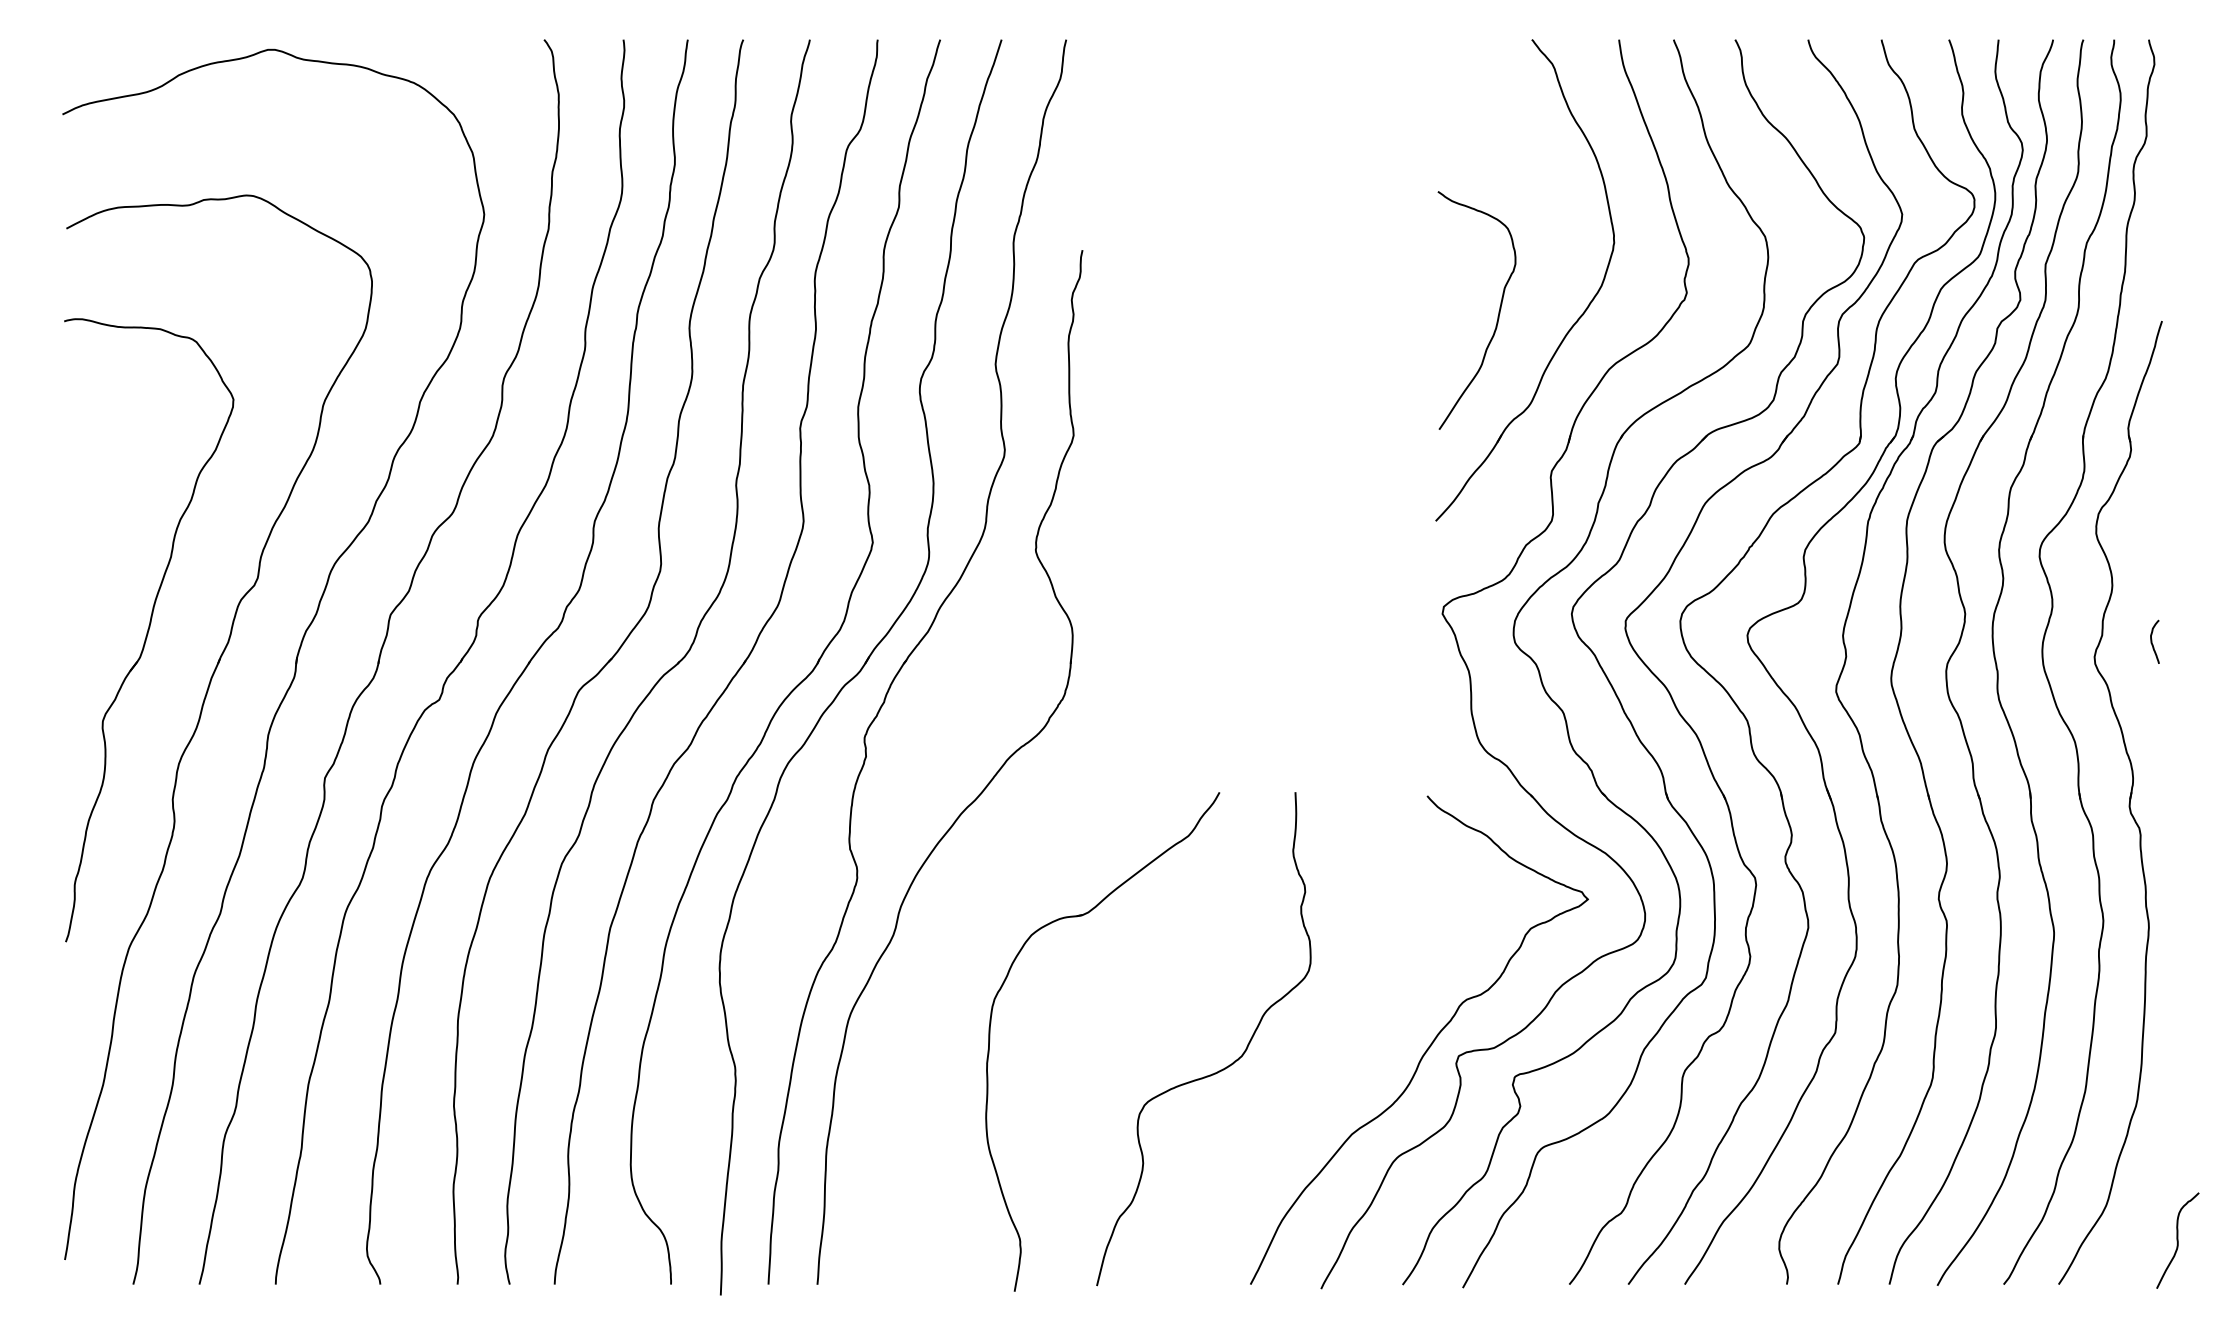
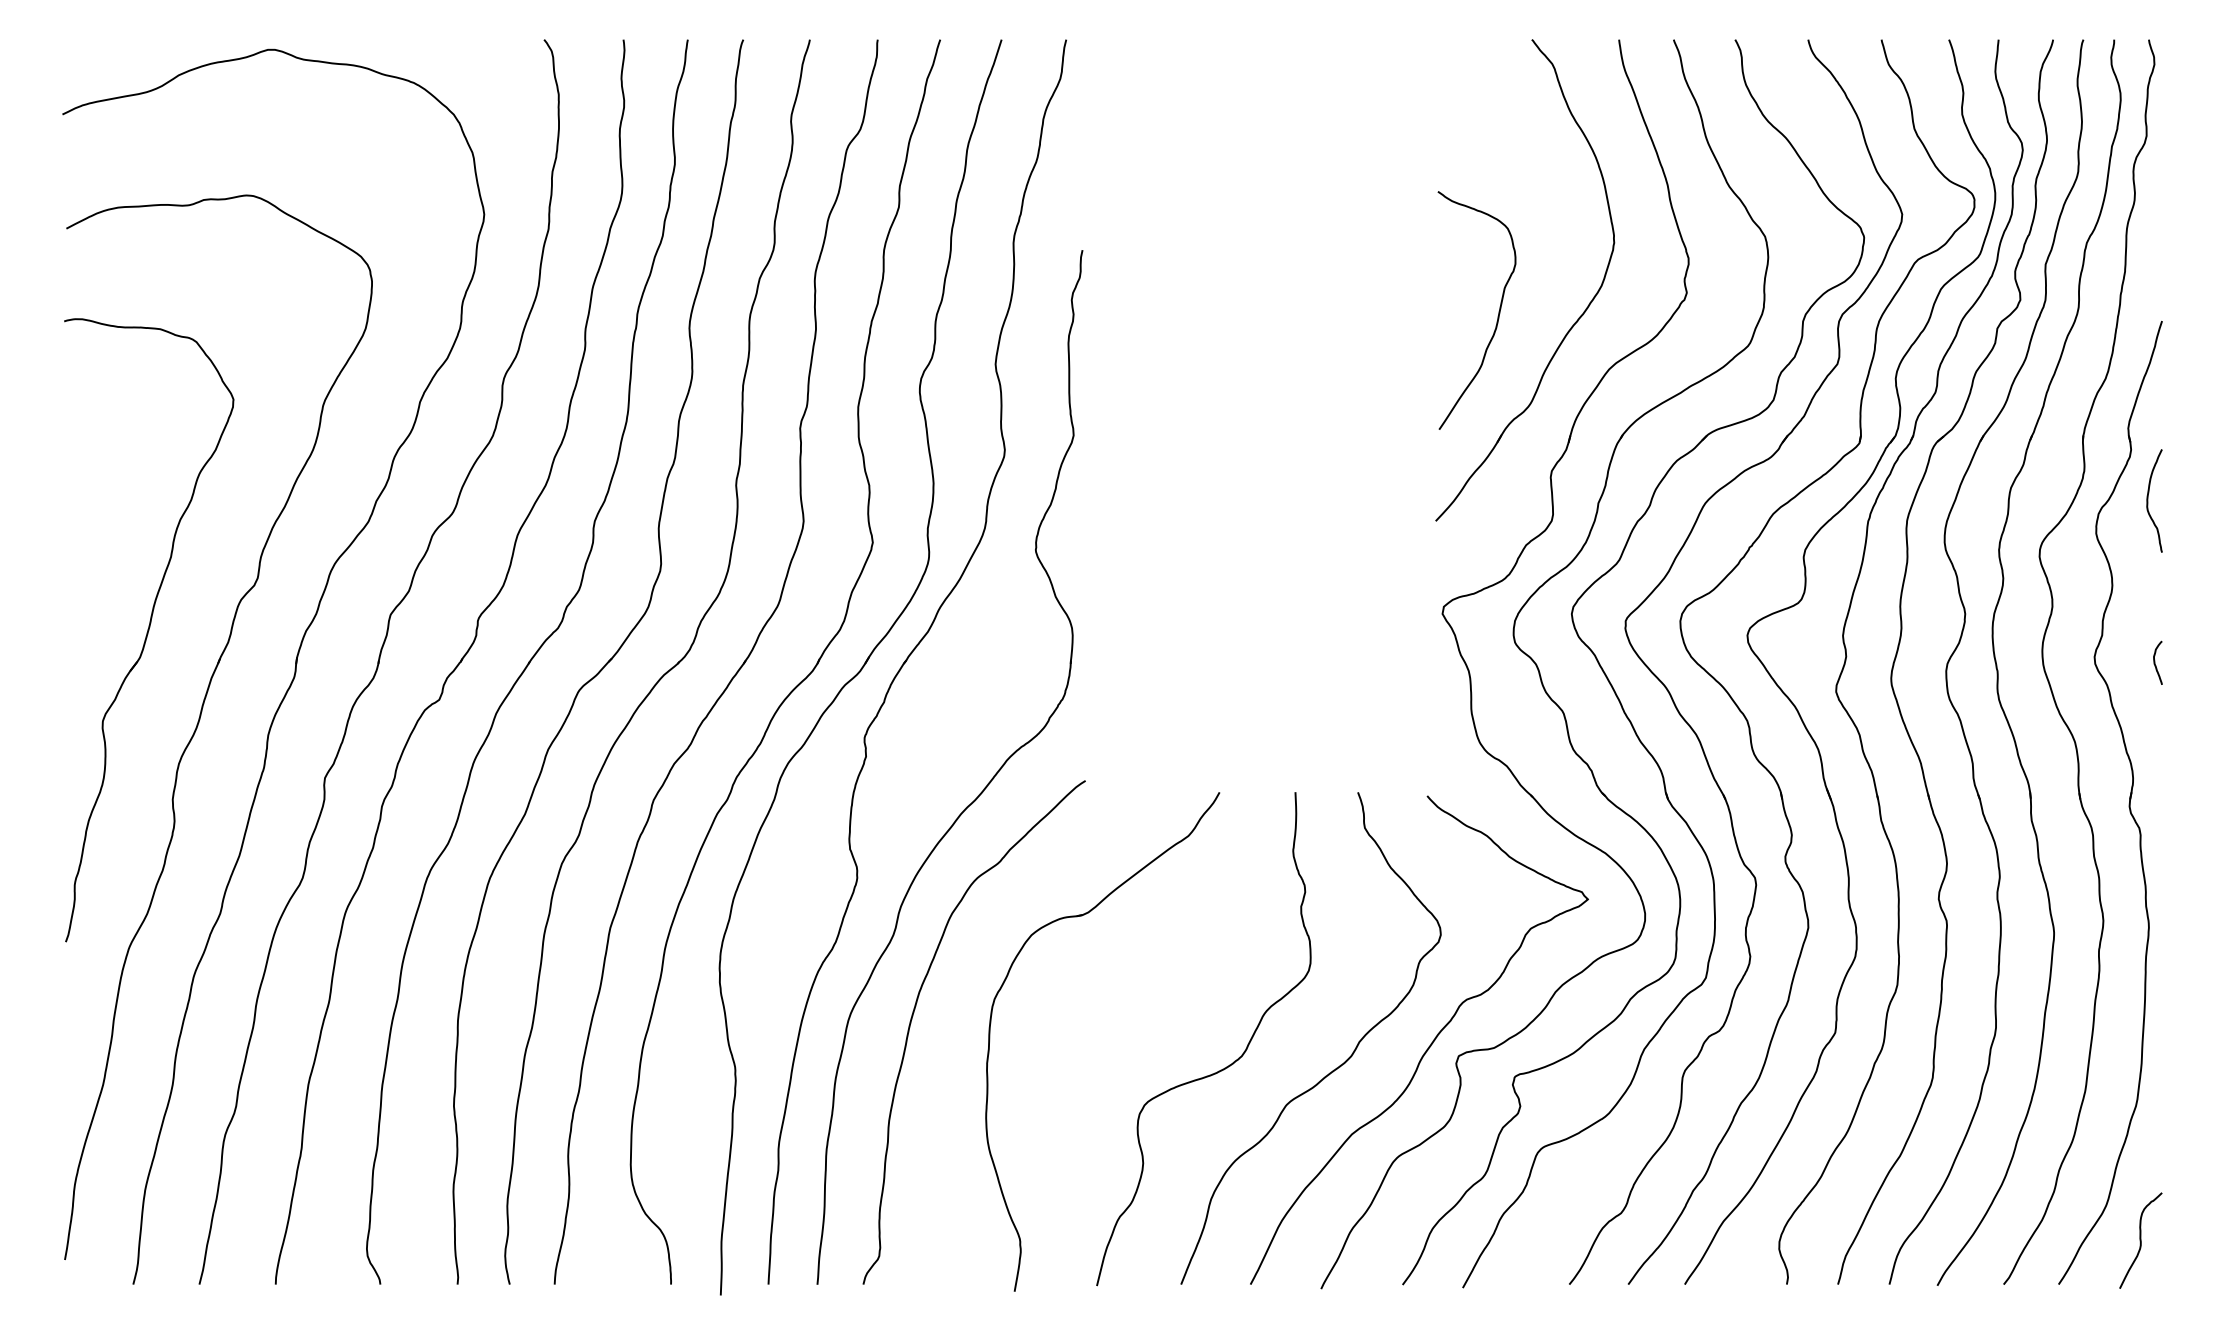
curve at (2148, 500): none -> present
curve at (2152, 641) position: (2152, 641) -> (2155, 662)
curve at (913, 1016): none -> present
curve at (1333, 1069): none -> present
curve at (2177, 1240) position: (2177, 1240) -> (2140, 1240)
